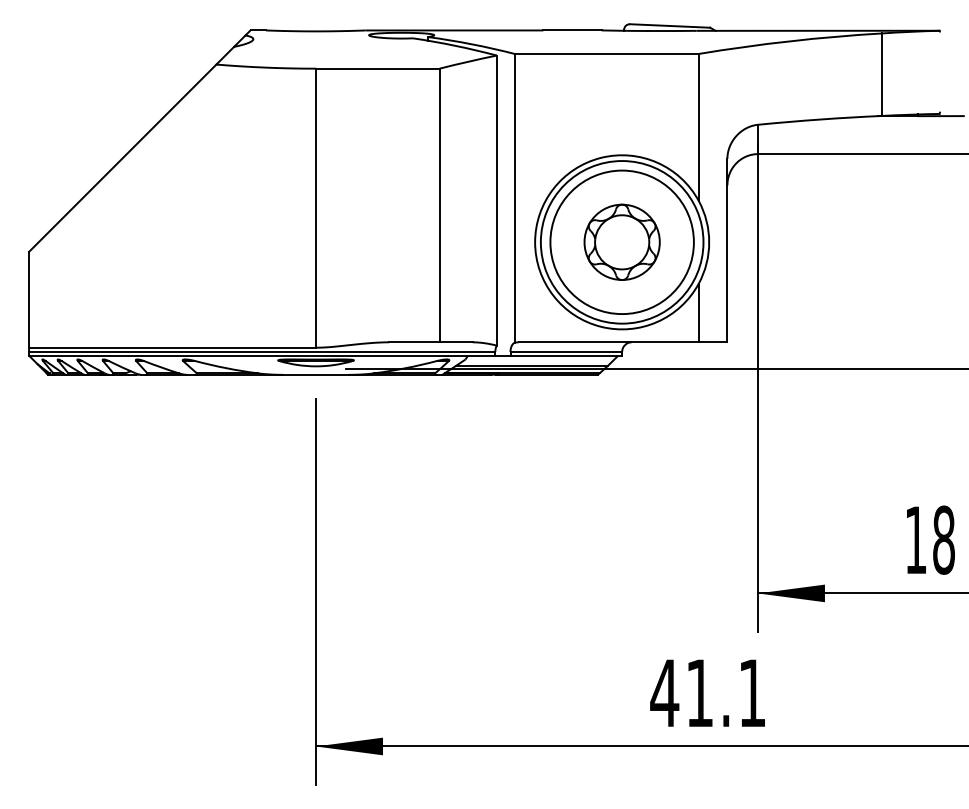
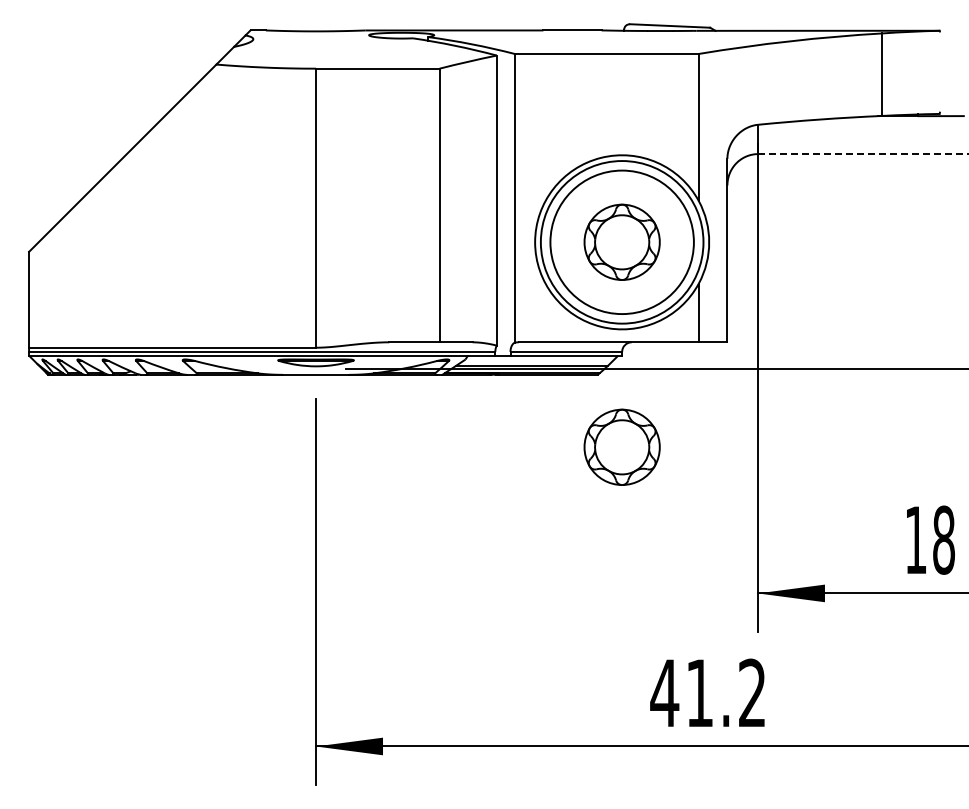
line at (863, 154): solid -> dashed
part at (621, 446): none -> present
text at (751, 692): 41.1 -> 41.2
